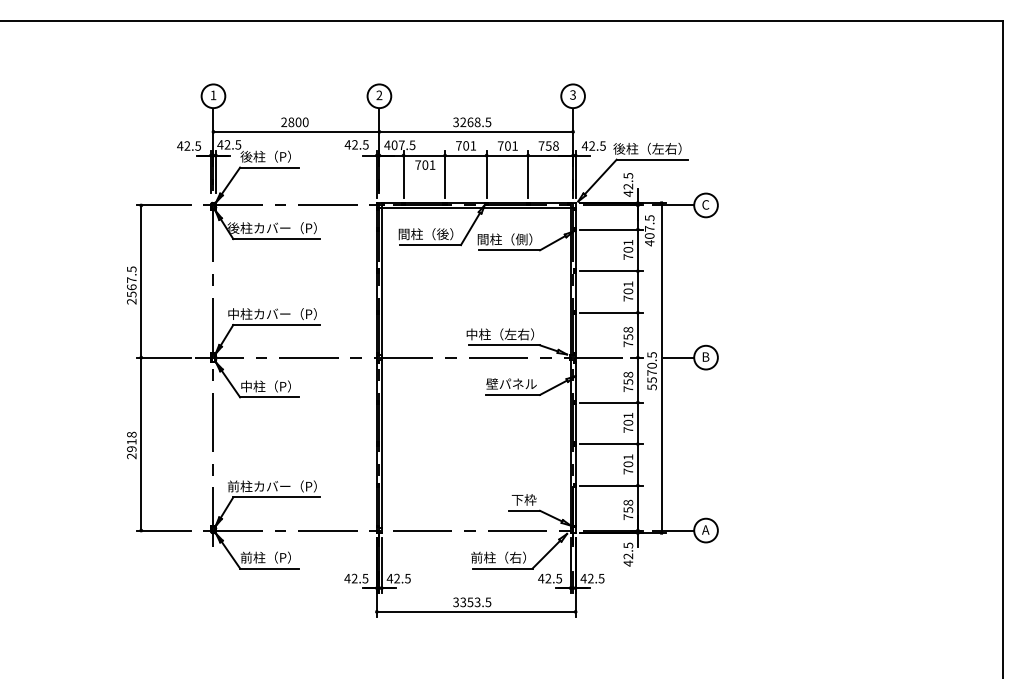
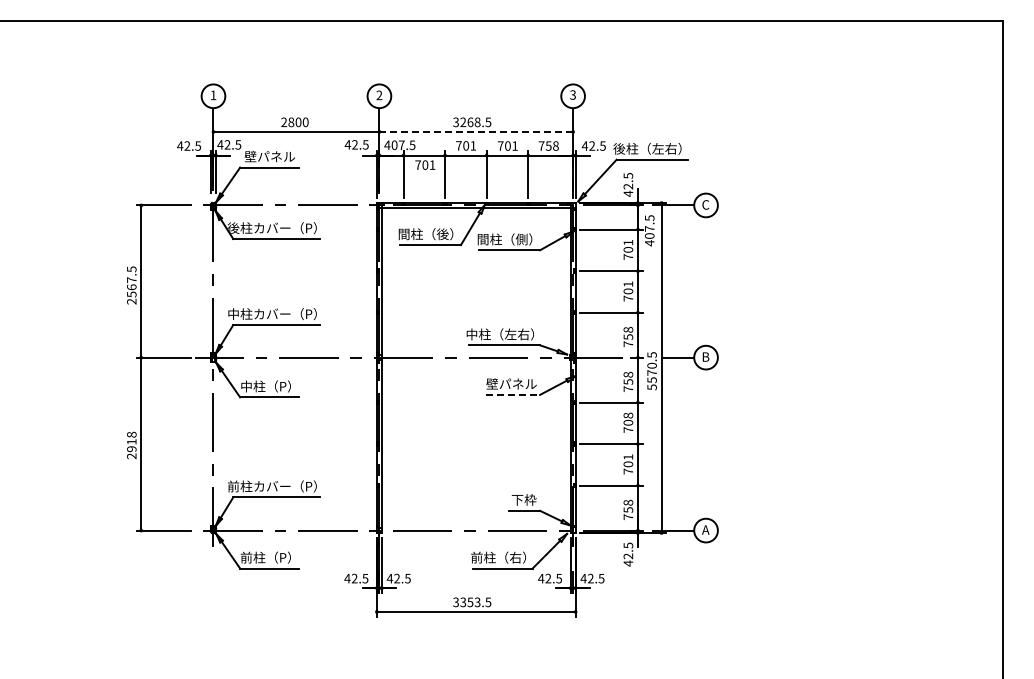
line at (476, 131): solid -> dashed
text at (267, 156): 後柱（P） -> 壁パネル
line at (513, 394): solid -> dashed
text at (628, 415): 701 -> 708
